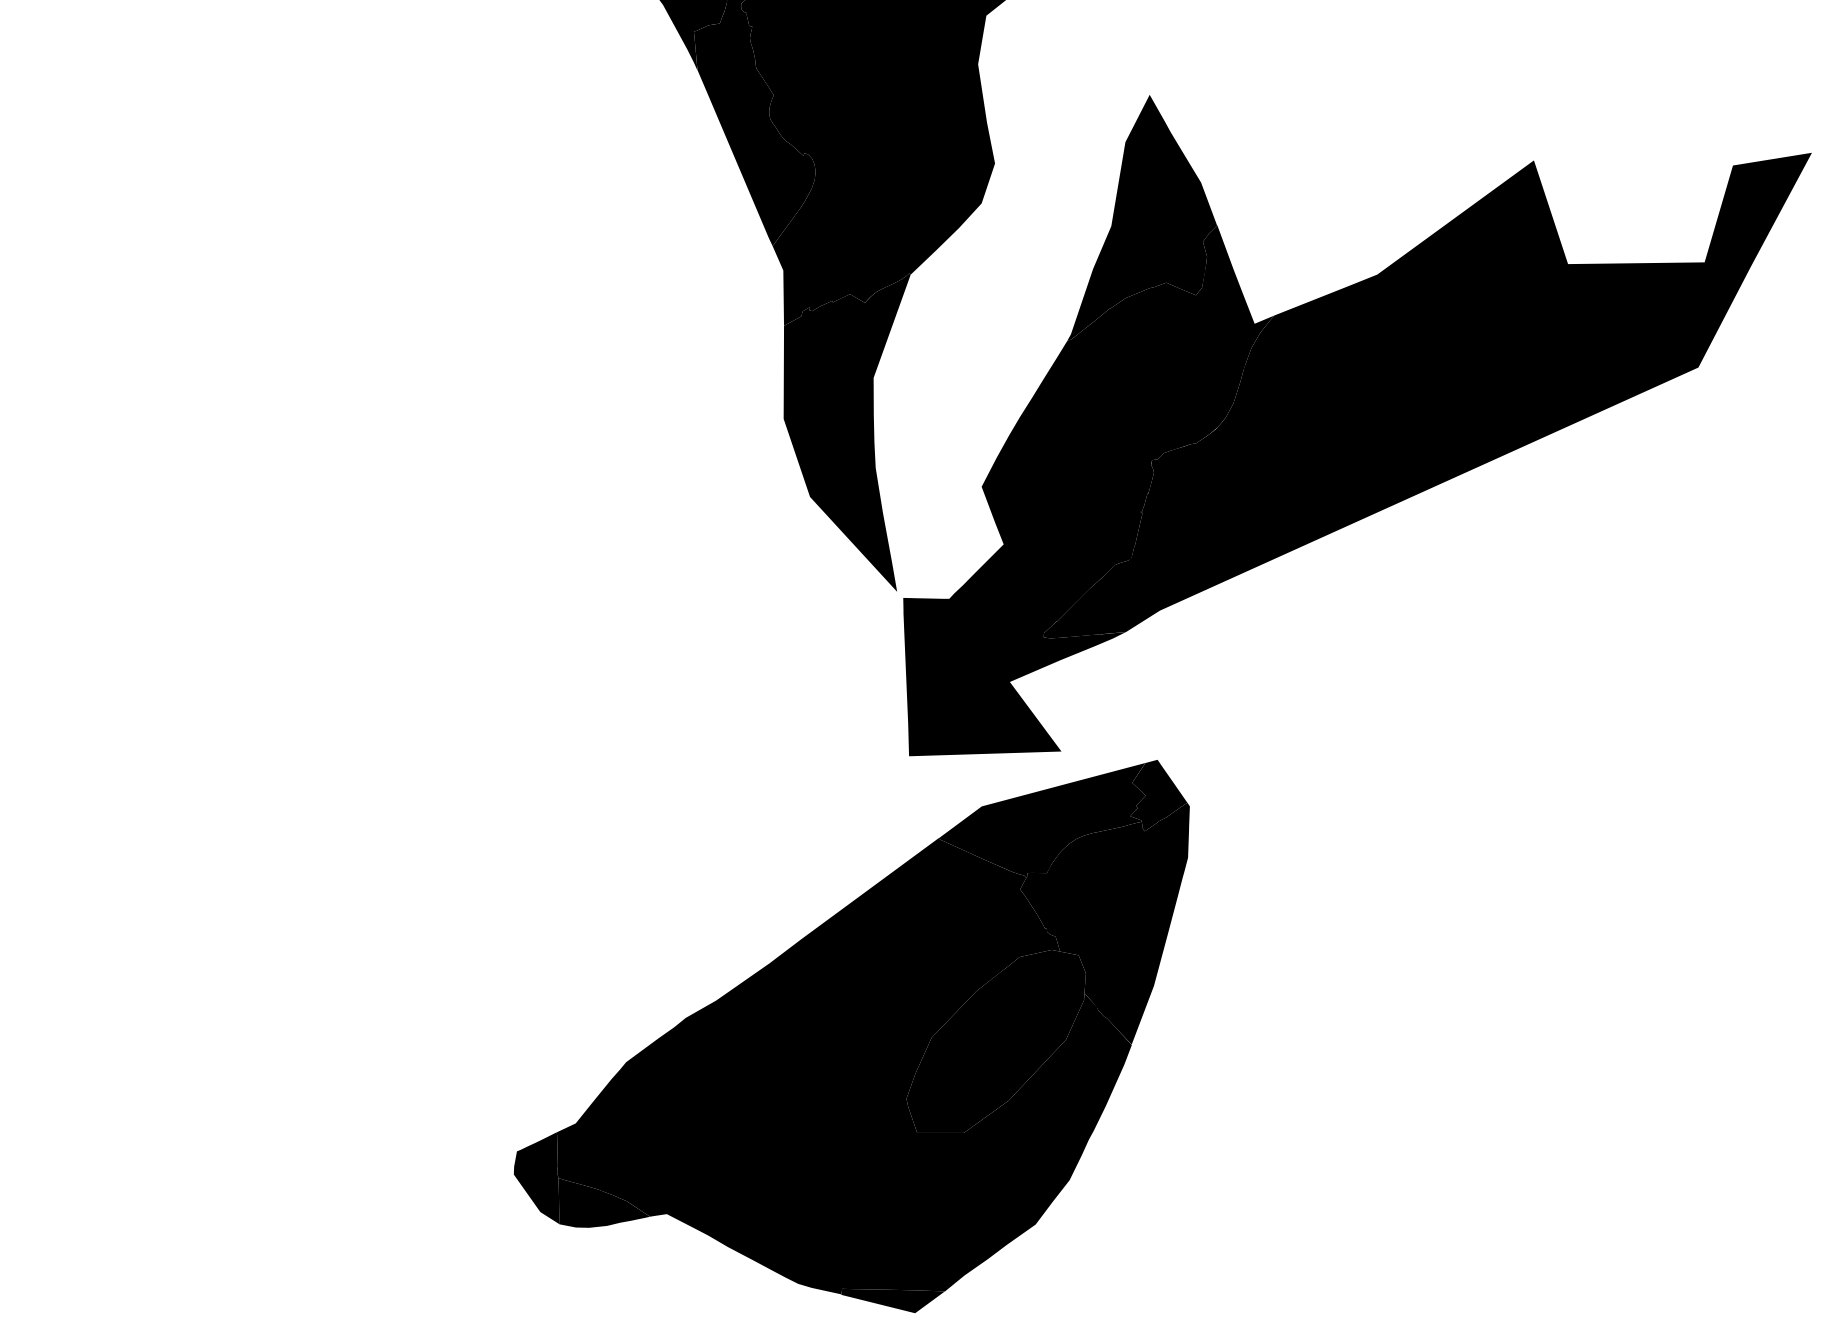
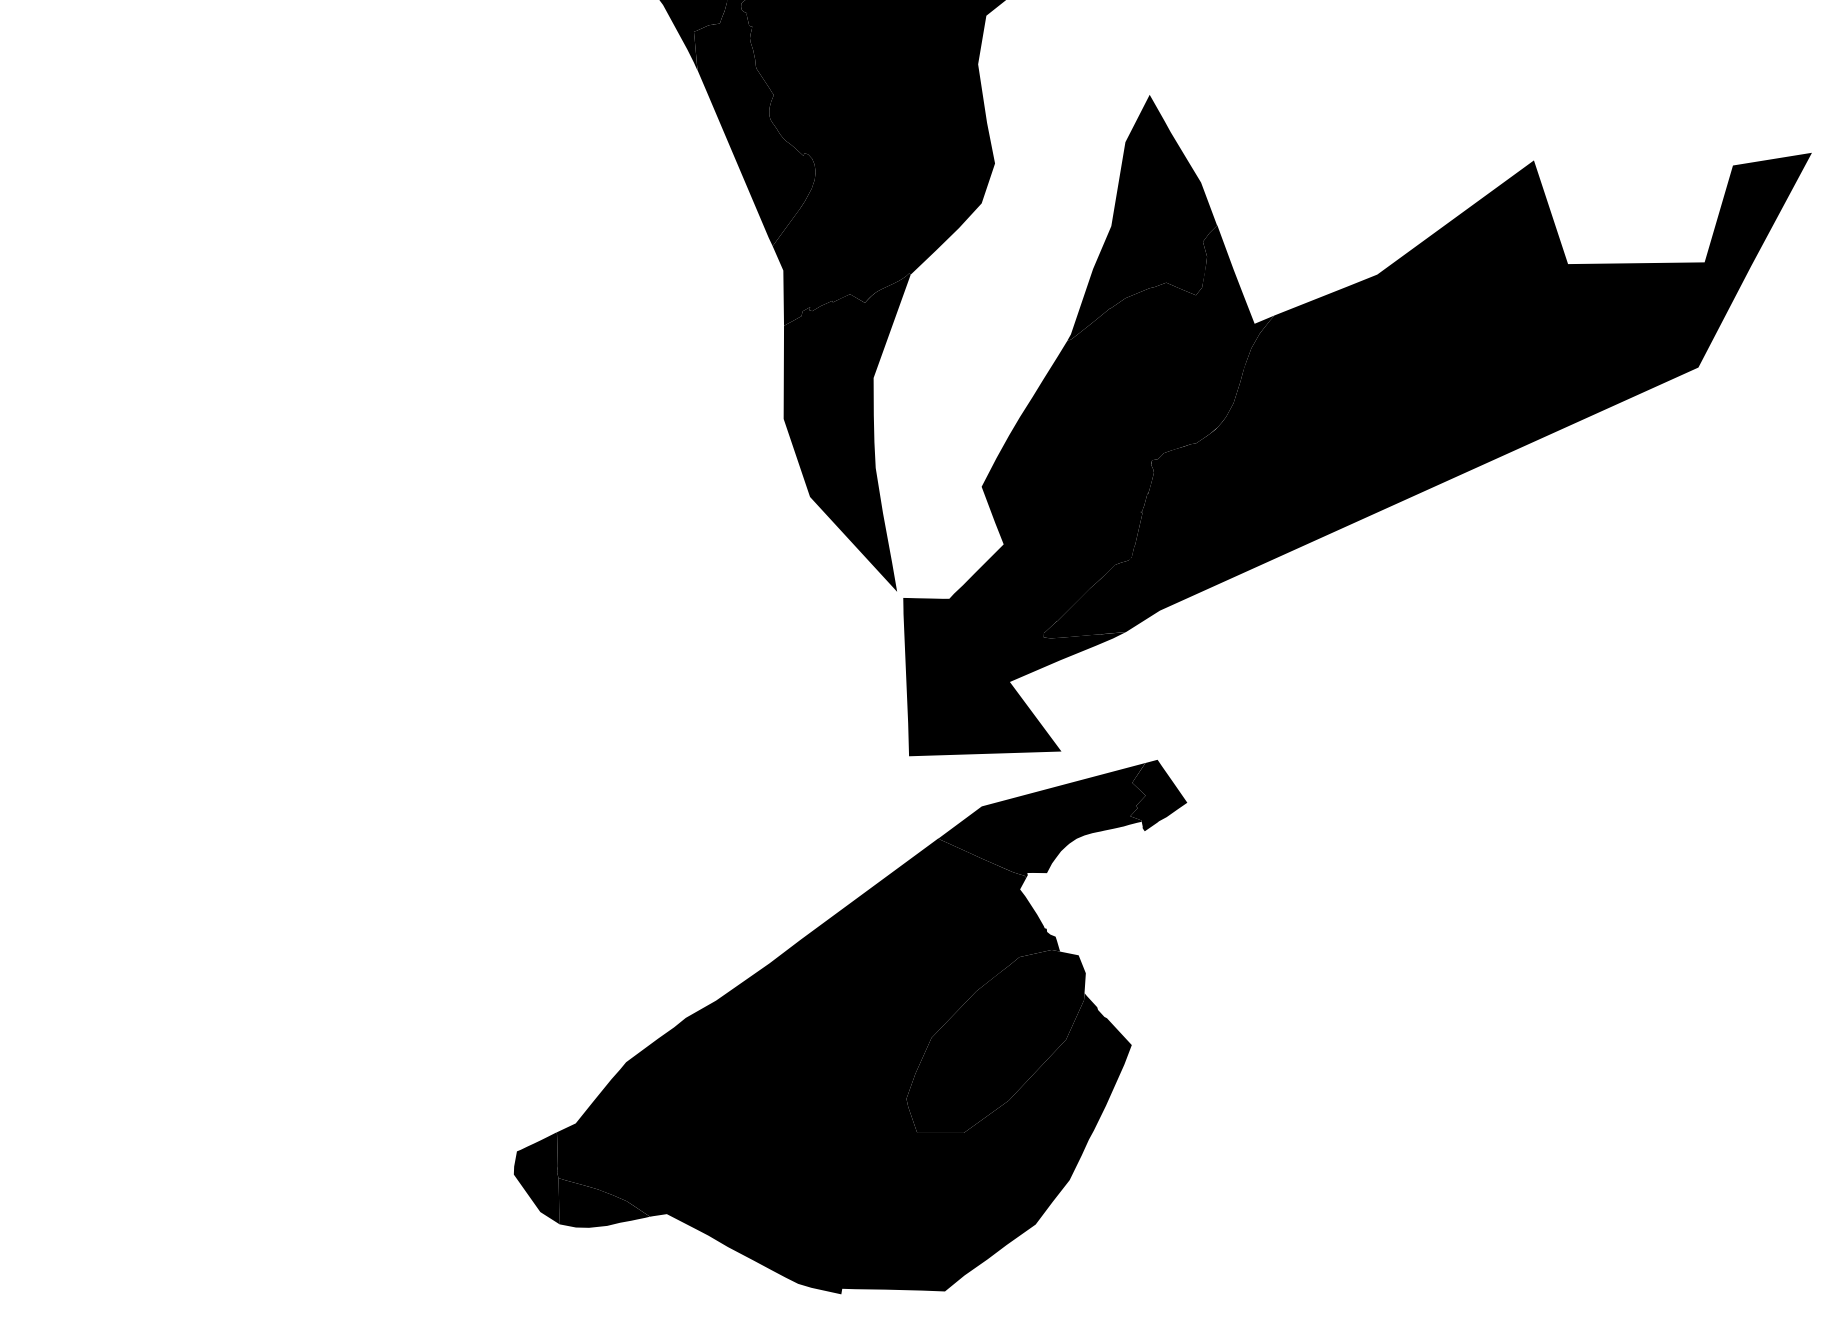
fill at (1104, 923): present -> none
fill at (892, 1300): present -> none
